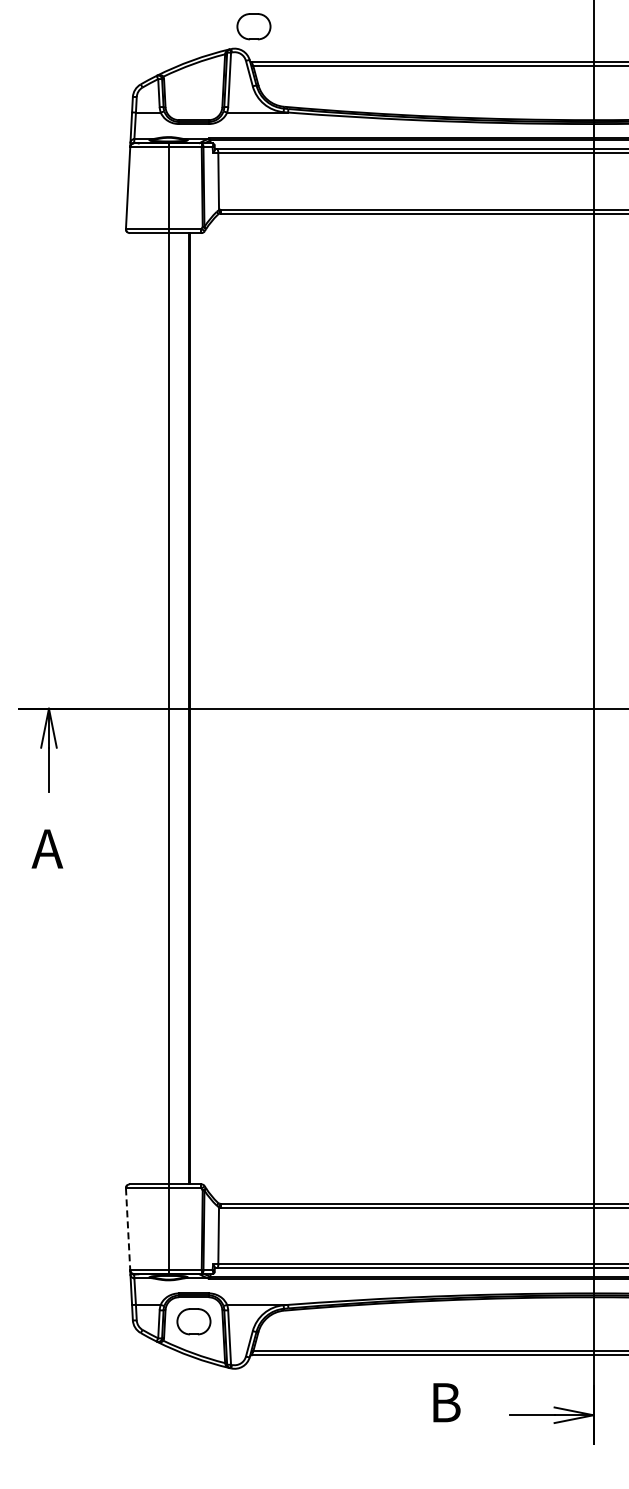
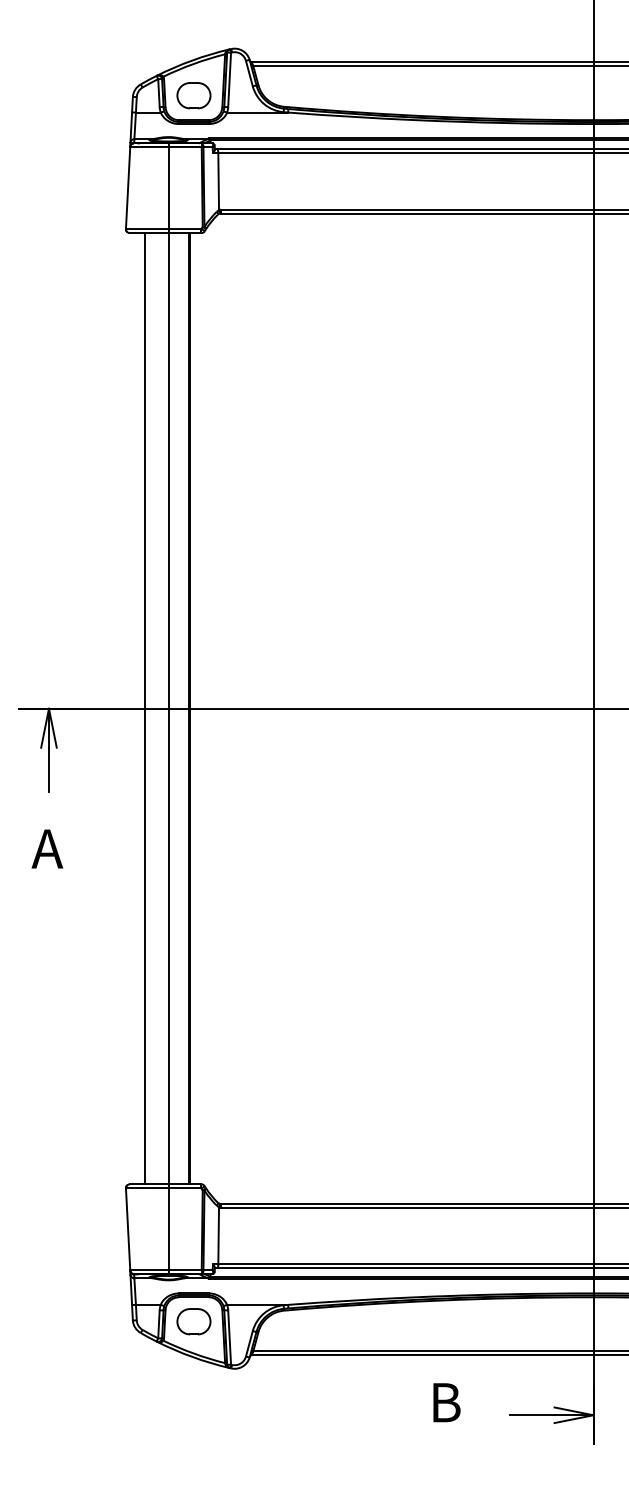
part at (253, 26) position: (253, 26) -> (193, 95)
line at (145, 708): none -> present
line at (128, 1229): dashed -> solid
